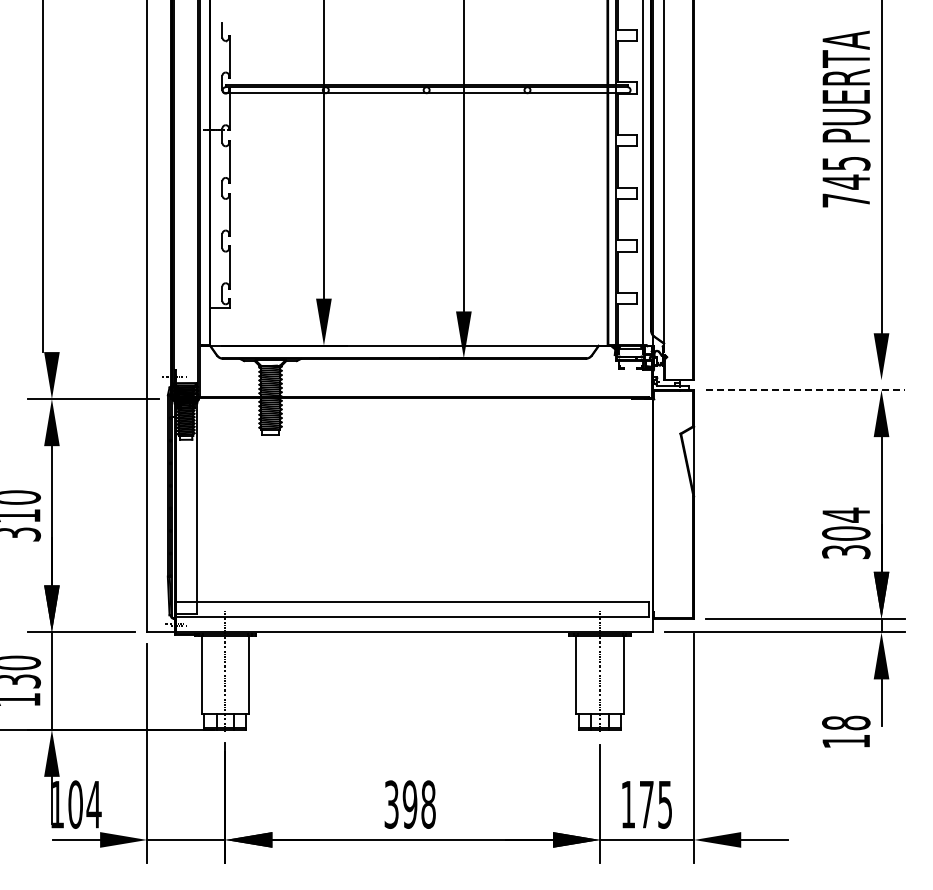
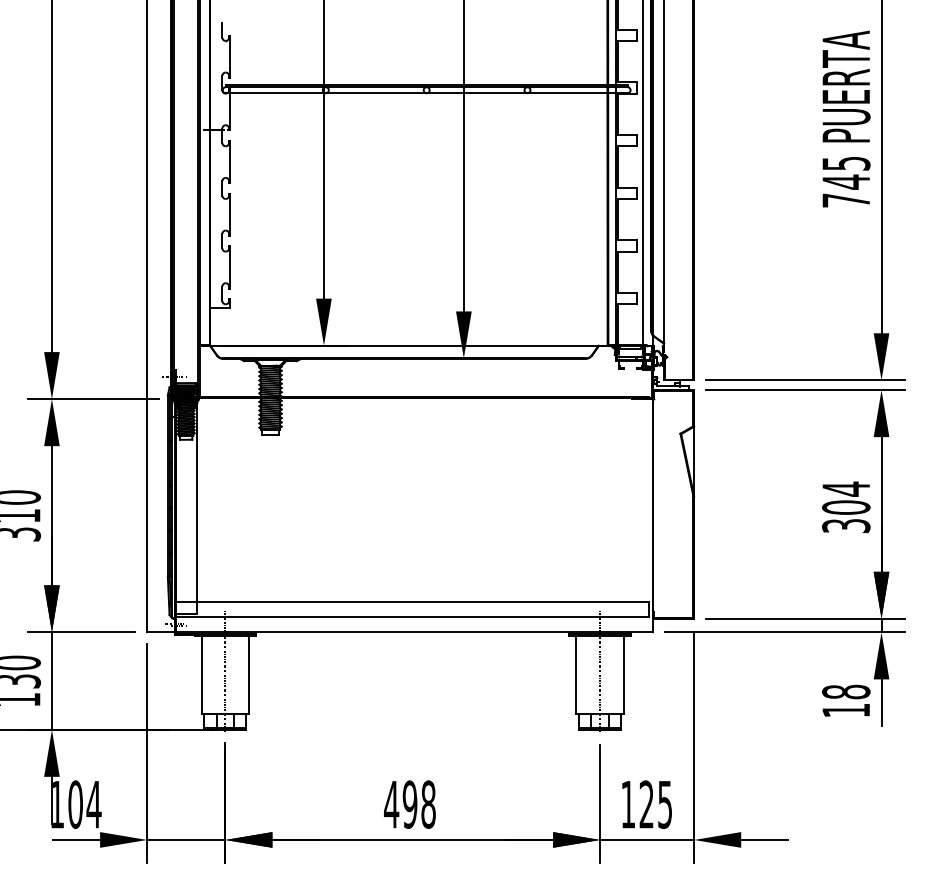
line at (42, 177) position: (42, 177) -> (51, 177)
line at (805, 380): none -> present
line at (805, 390): dashed -> solid
text at (846, 532) position: (846, 532) -> (846, 506)
text at (846, 731) position: (846, 731) -> (846, 700)
text at (391, 804): 398 -> 498
text at (646, 804): 175 -> 125
